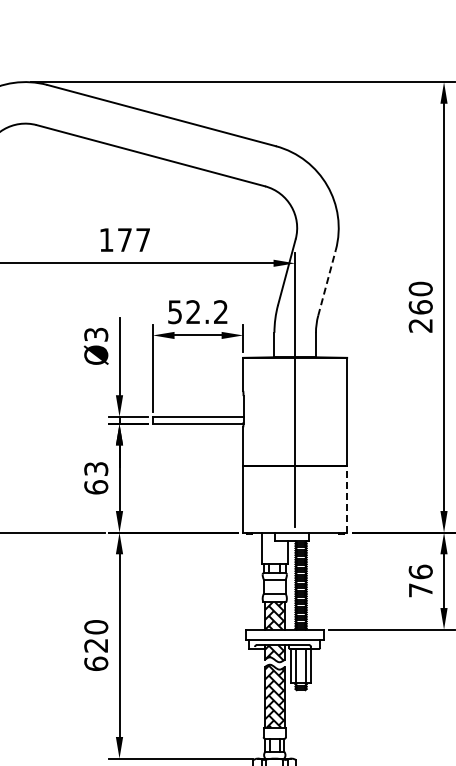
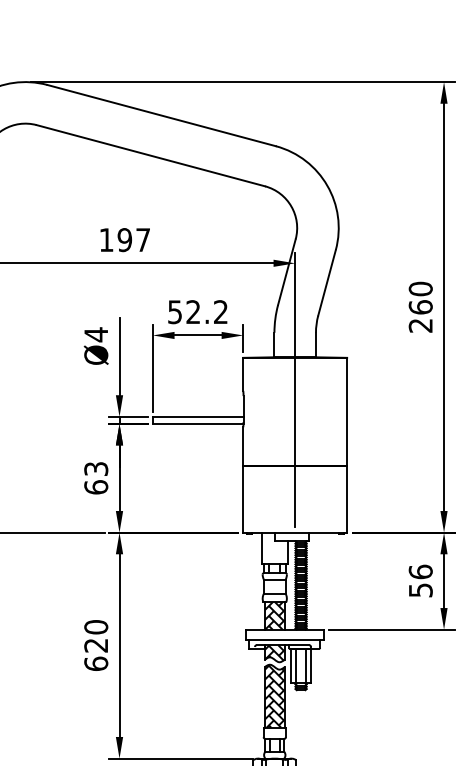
text at (124, 240): 177 -> 197
line at (327, 282): dashed -> solid
text at (96, 334): Ø3 -> Ø4
line at (347, 498): dashed -> solid
text at (420, 590): 76 -> 56
